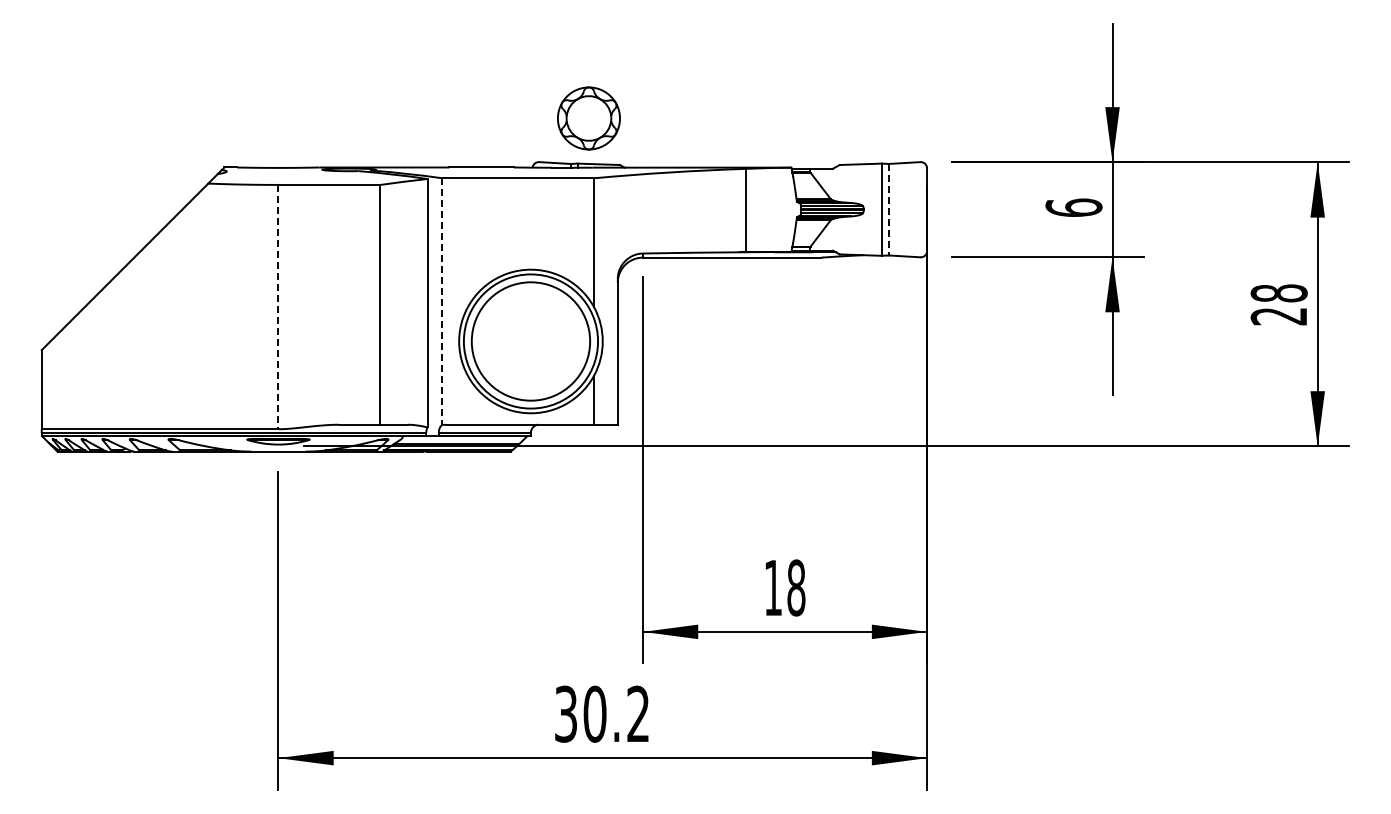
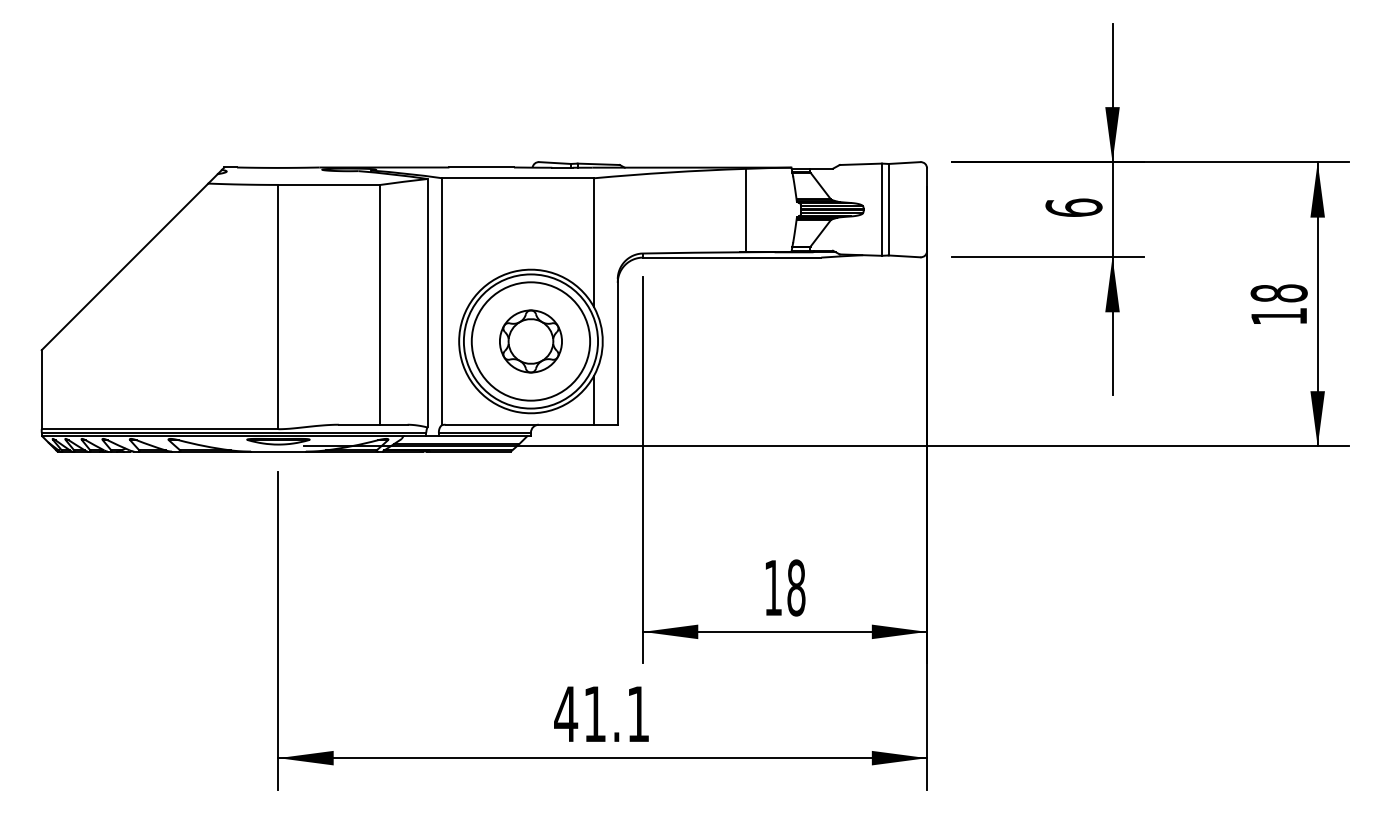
part at (588, 118) position: (588, 118) -> (530, 341)
line at (888, 209): dashed -> solid
line at (442, 302): dashed -> solid
line at (278, 307): dashed -> solid
text at (1278, 316): 28 -> 18
text at (601, 713): 30.2 -> 41.1
